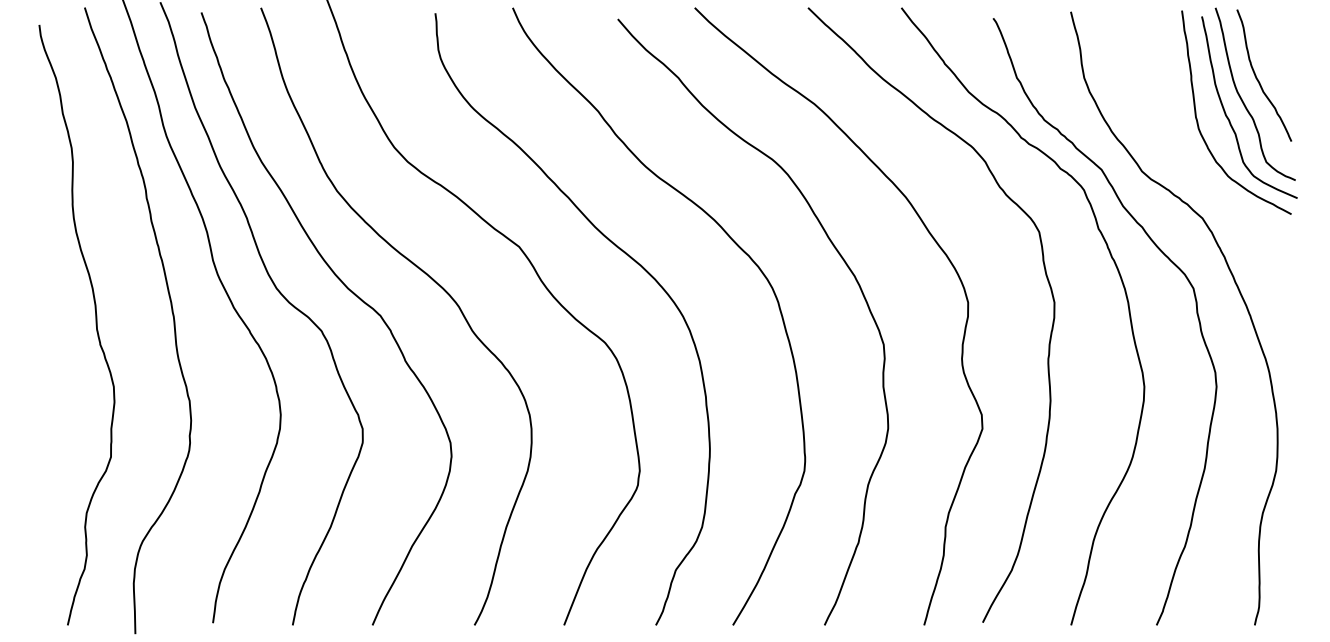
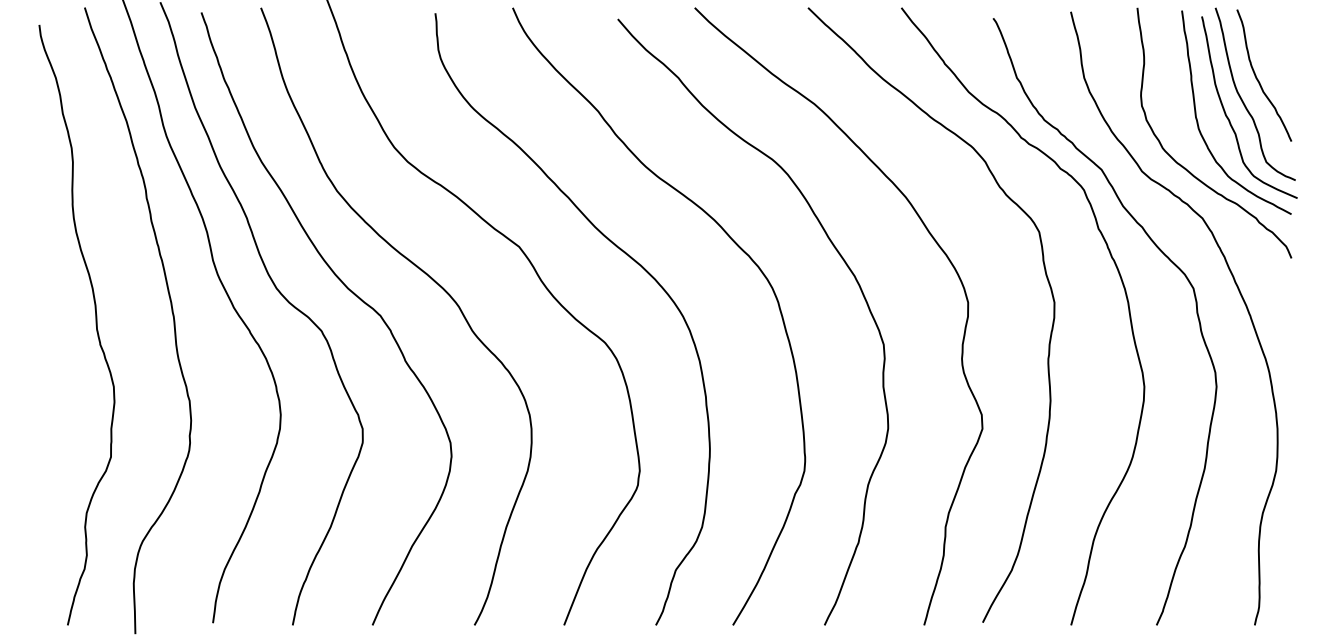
curve at (1185, 167): none -> present
